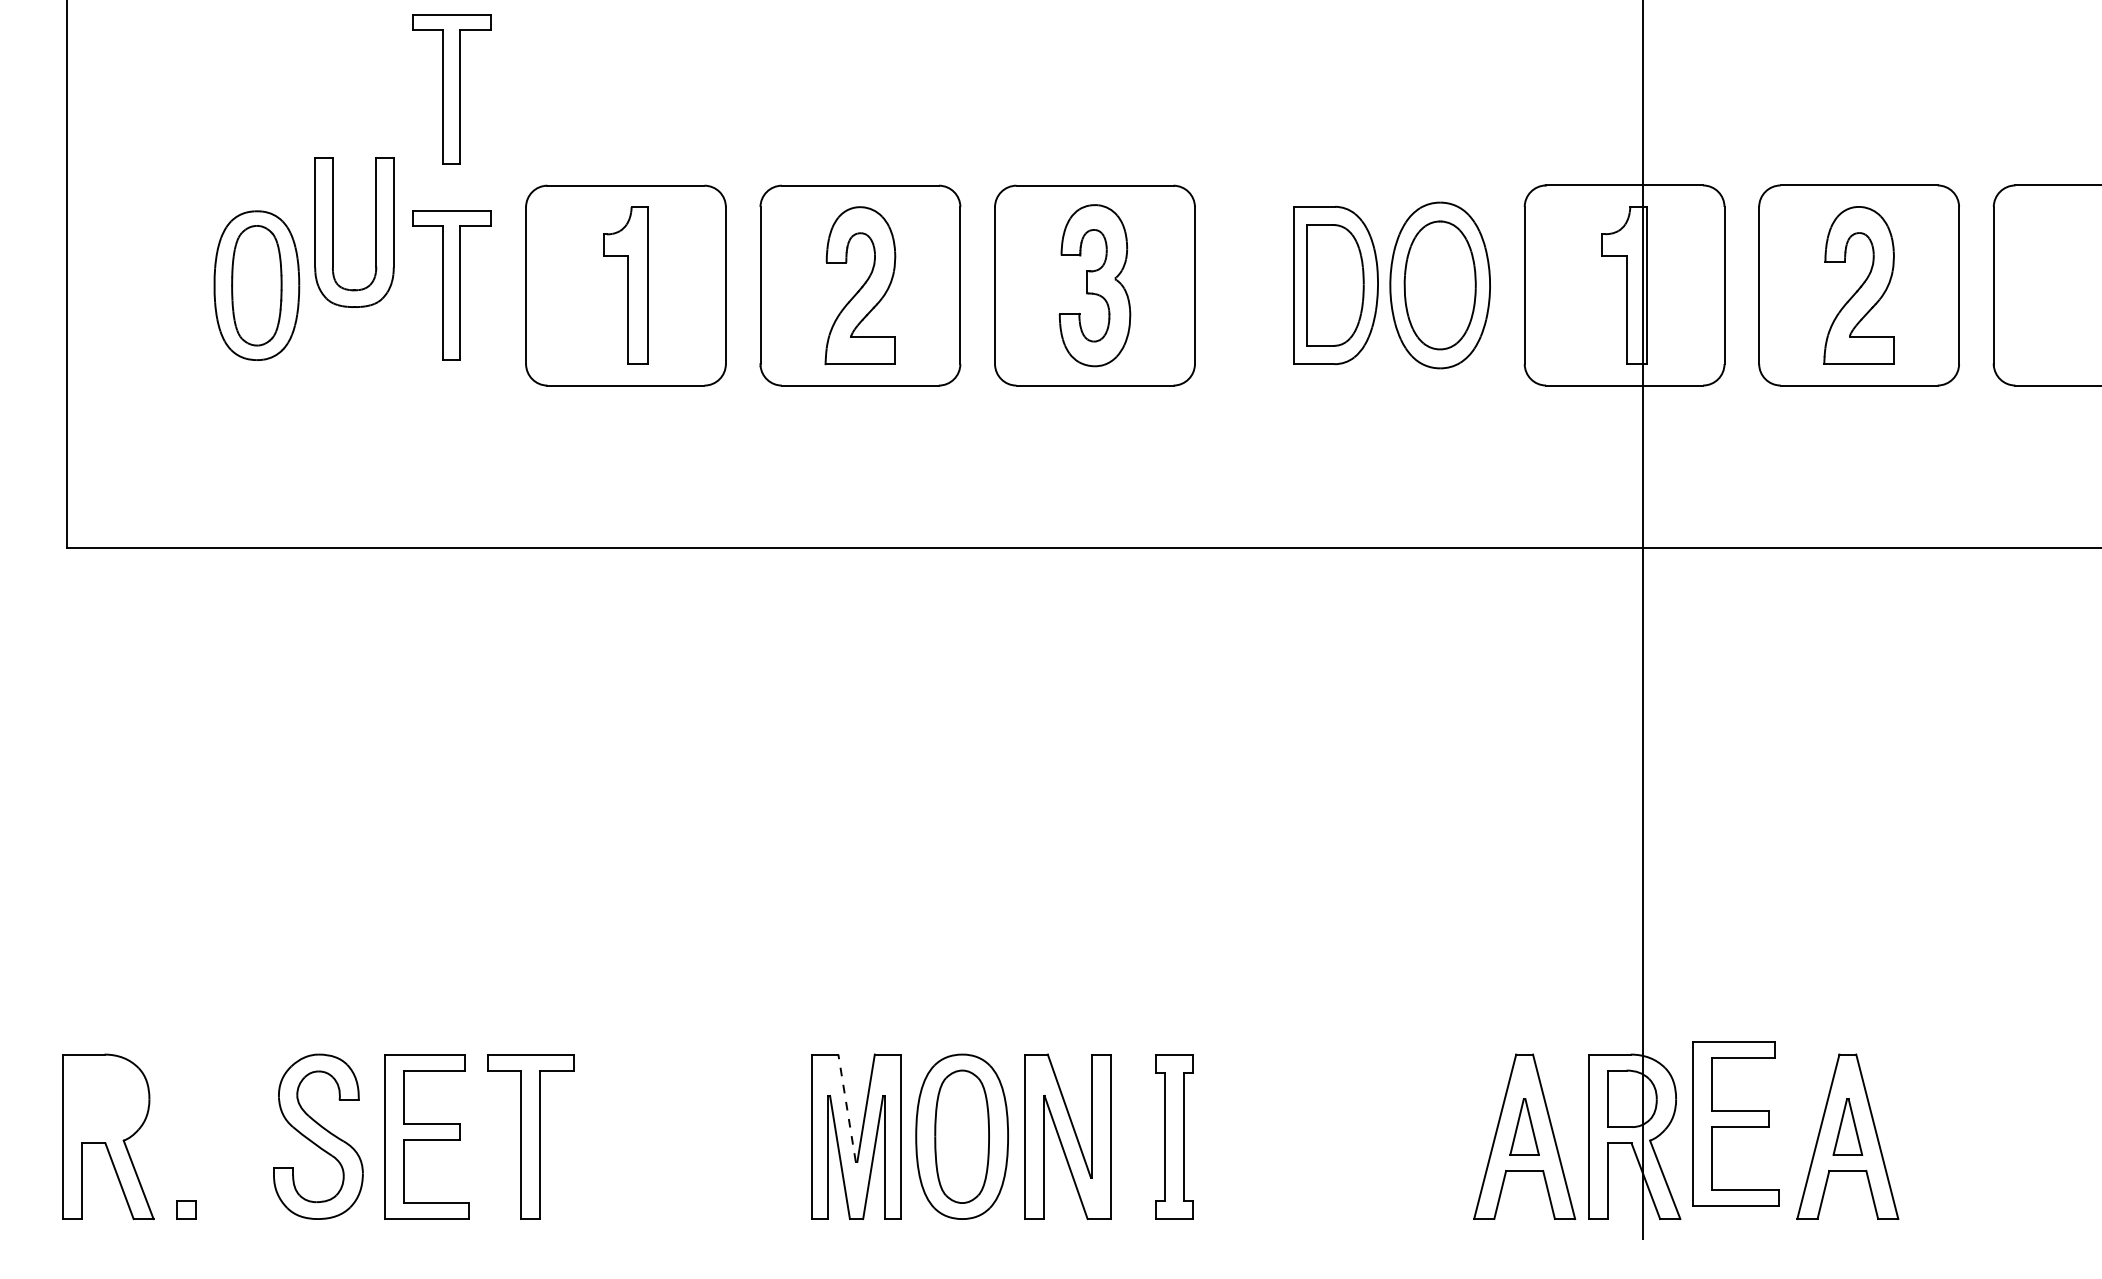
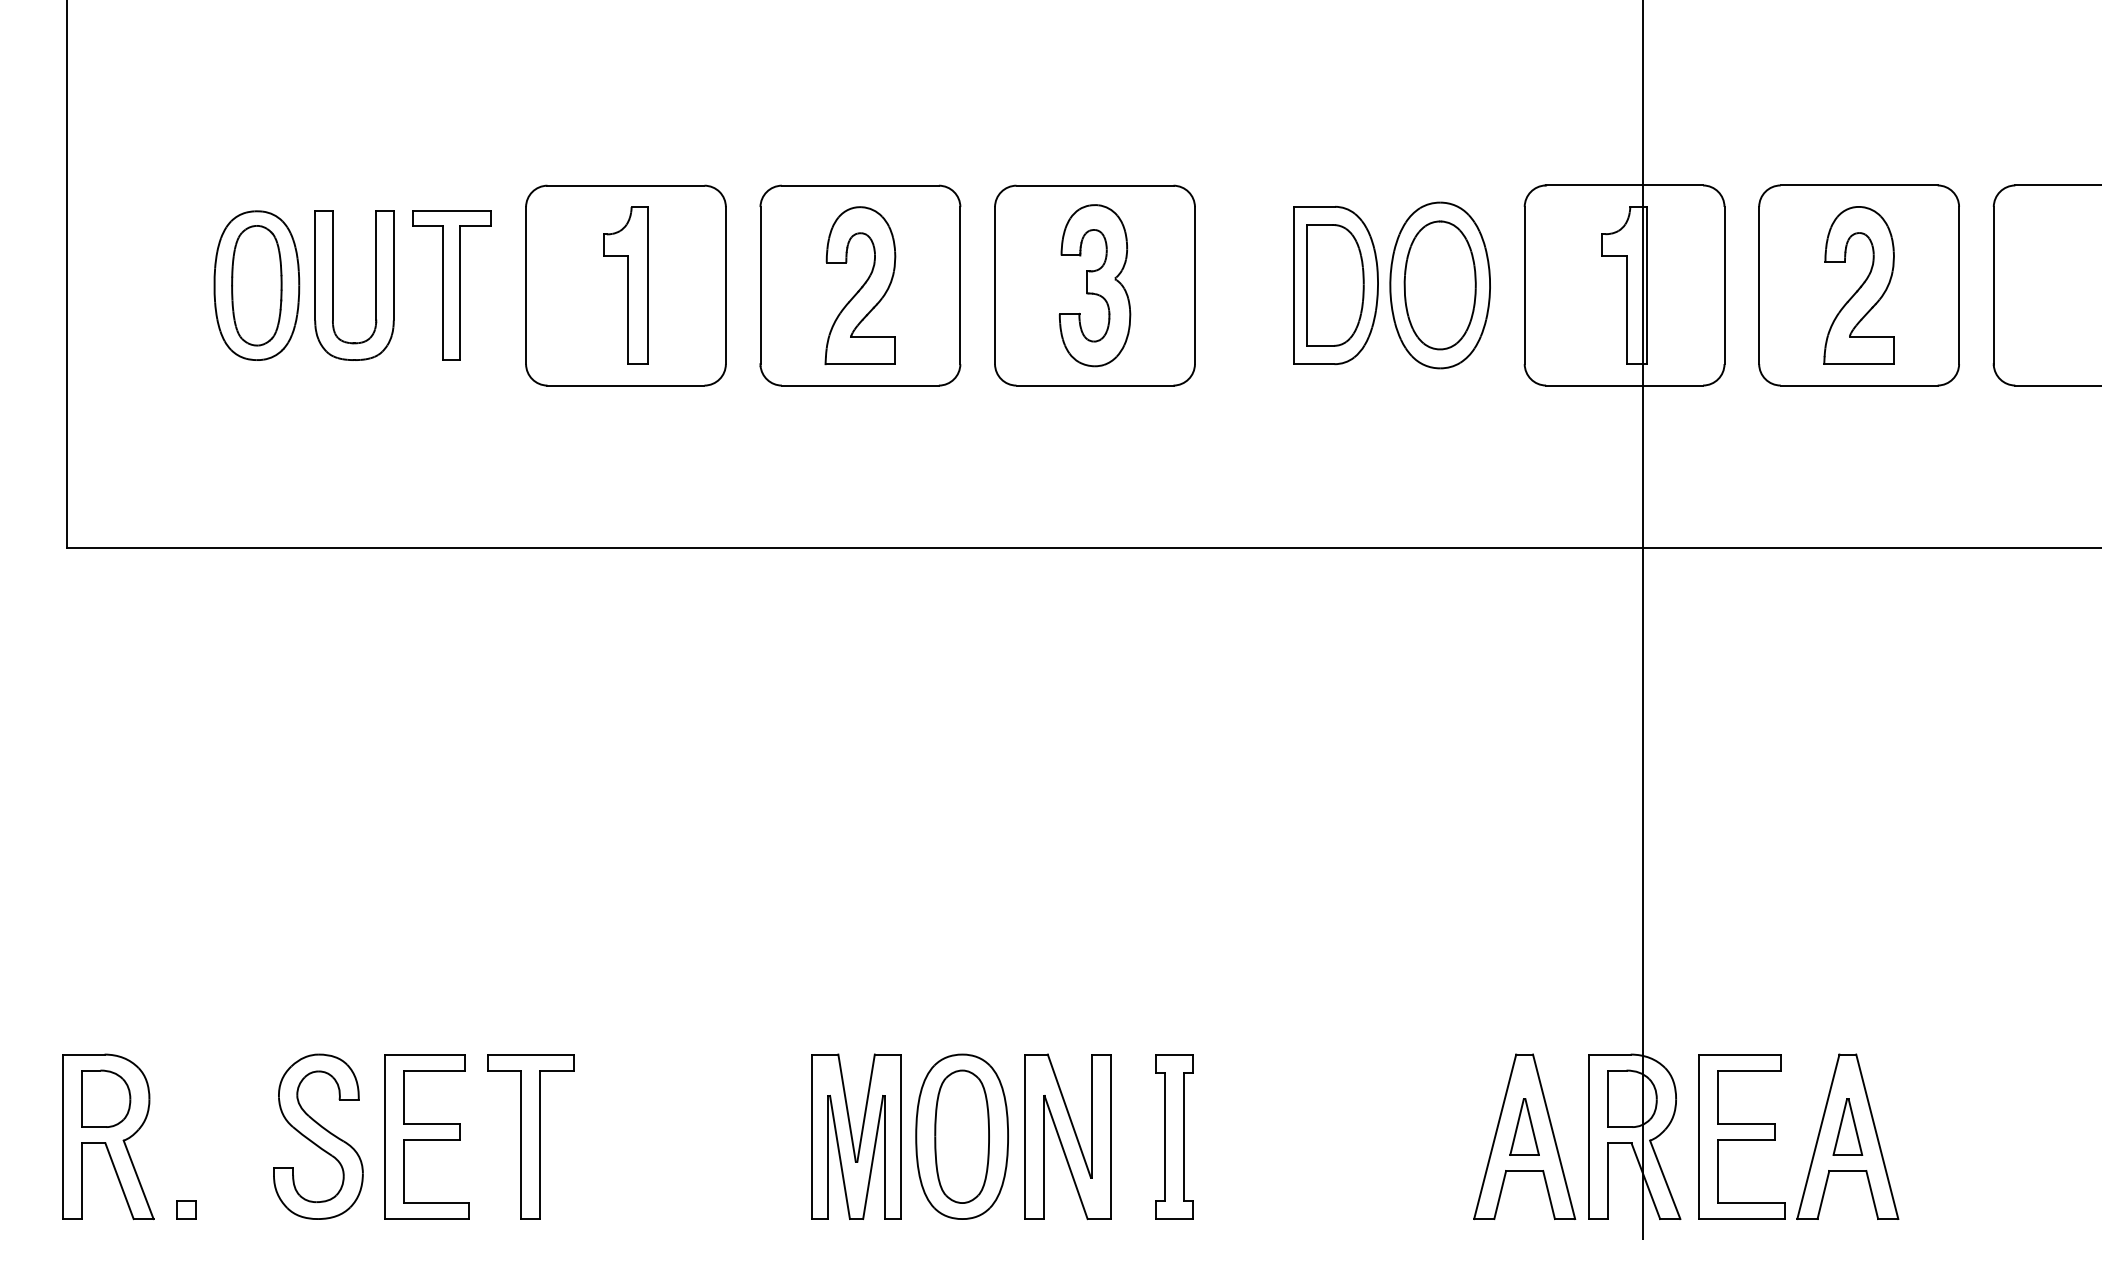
part at (451, 89): present -> none
part at (333, 232) position: (333, 232) -> (333, 285)
part at (106, 1098): none -> present
line at (847, 1107): dashed -> solid
part at (1735, 1123) position: (1735, 1123) -> (1741, 1136)
